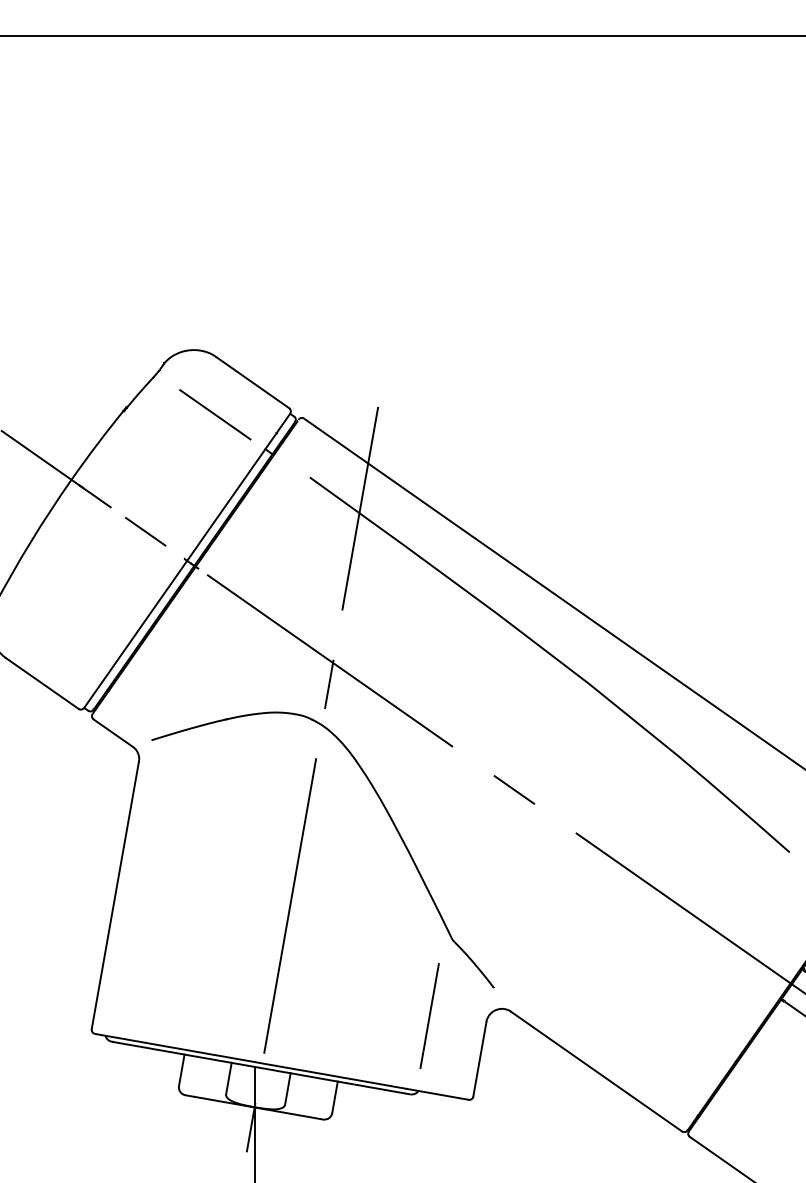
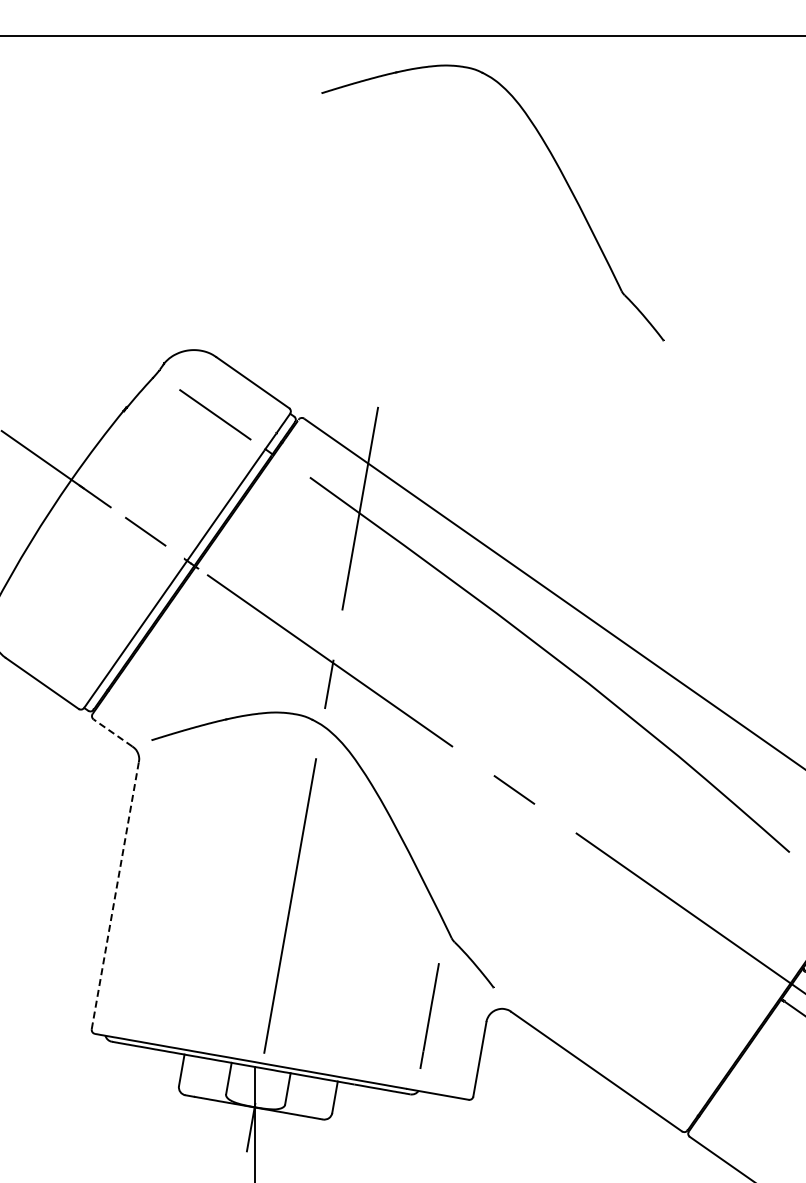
part at (557, 167): none -> present
line at (112, 732): solid -> dashed
line at (115, 895): solid -> dashed
